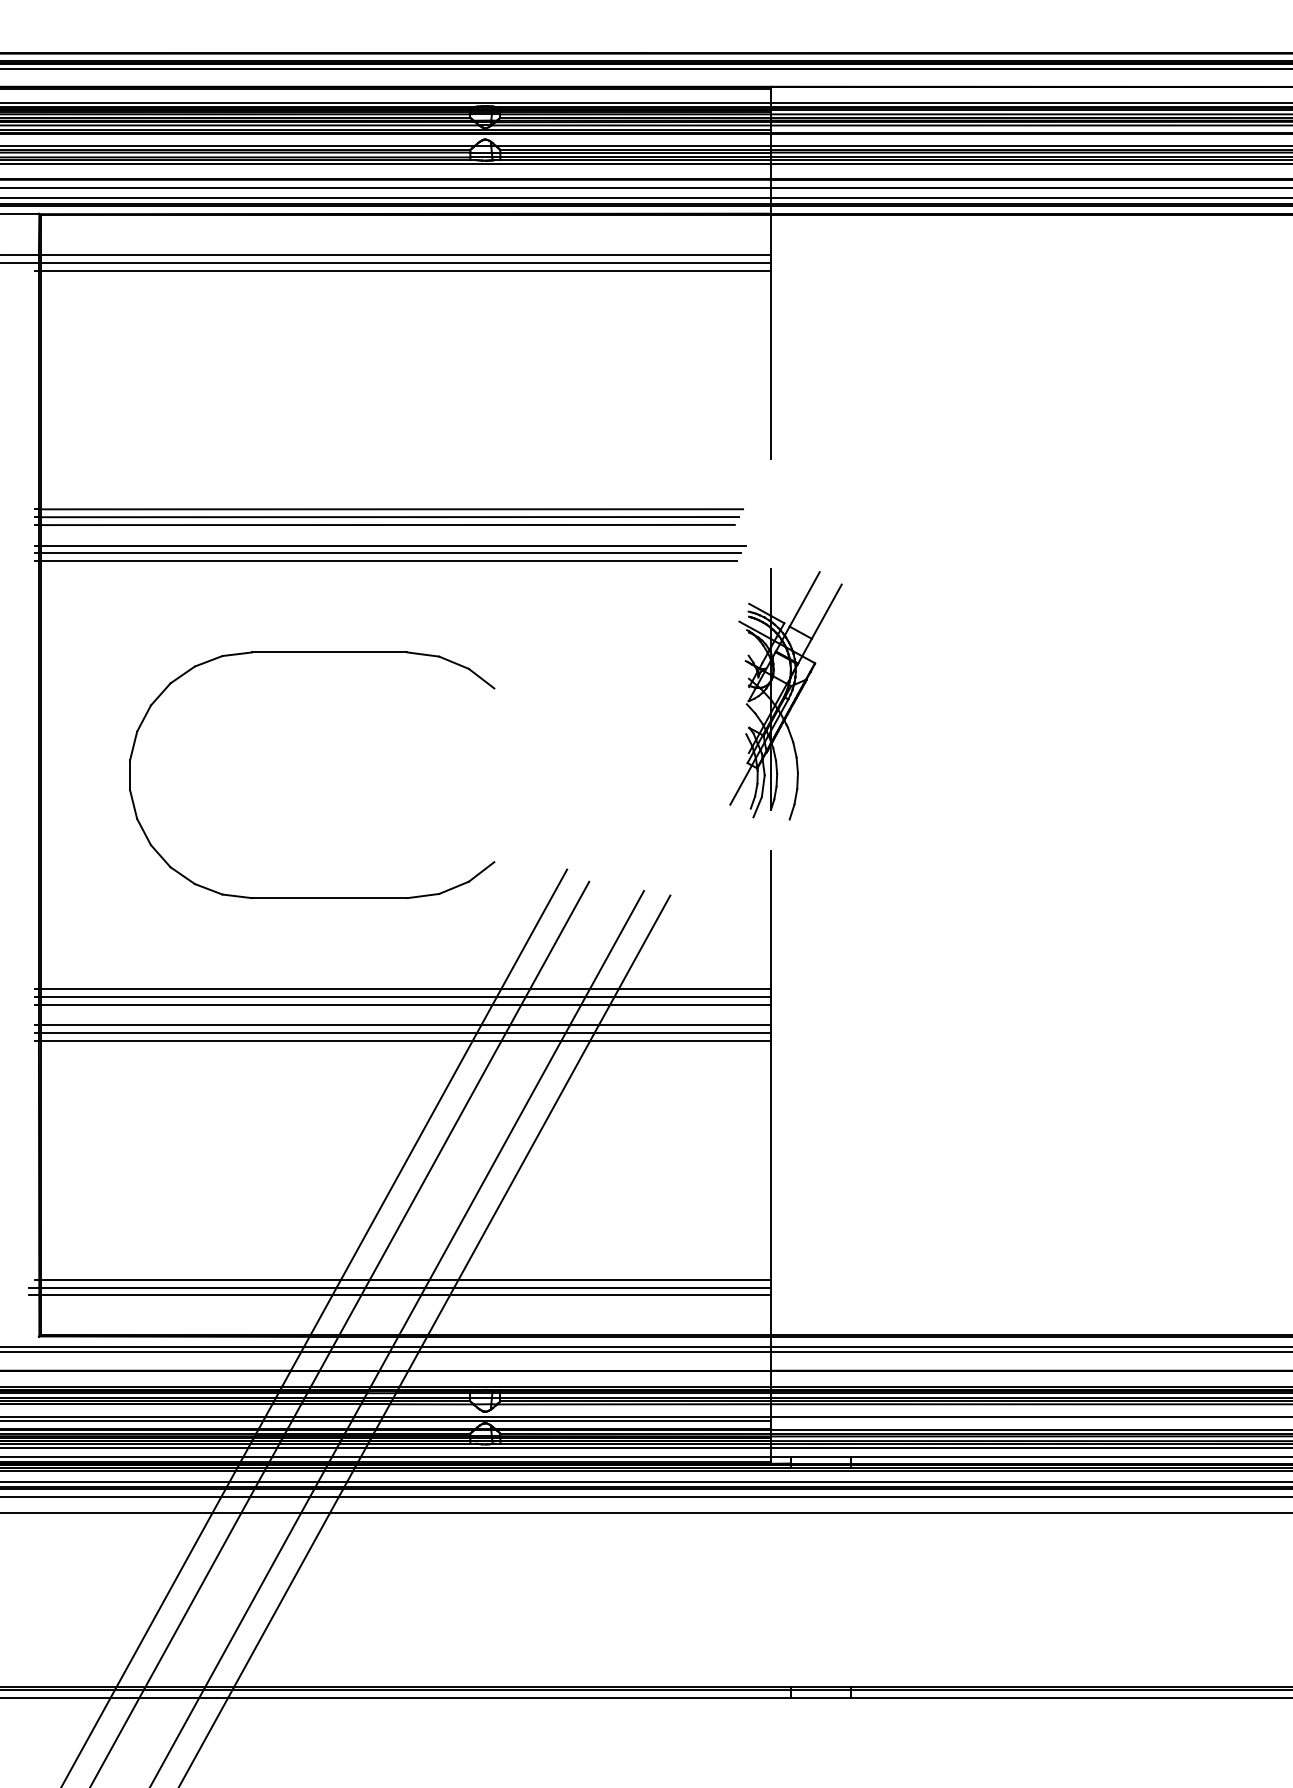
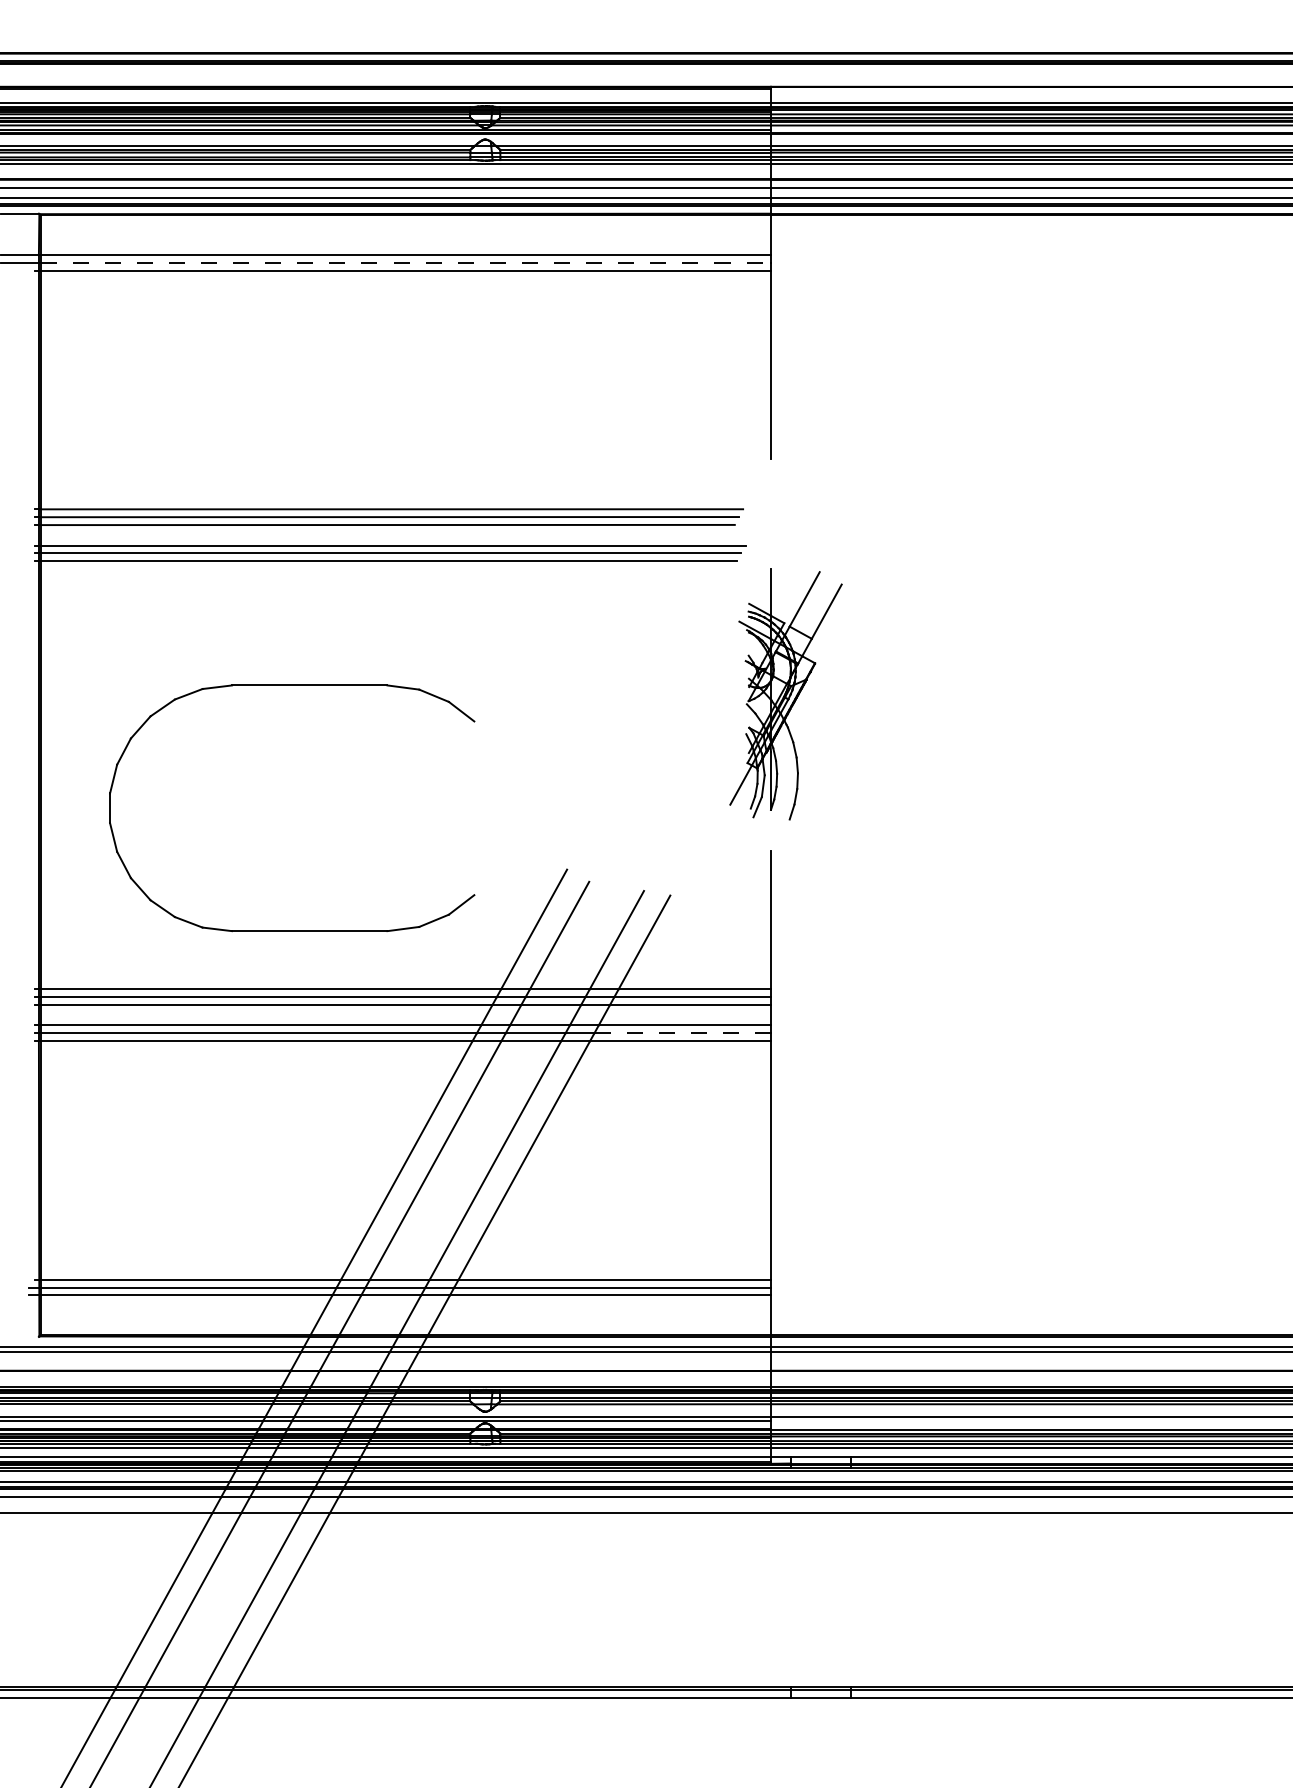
line at (645, 68): present -> none
line at (406, 262): solid -> dashed
part at (312, 897) position: (312, 897) -> (292, 930)
line at (682, 1033): solid -> dashed
